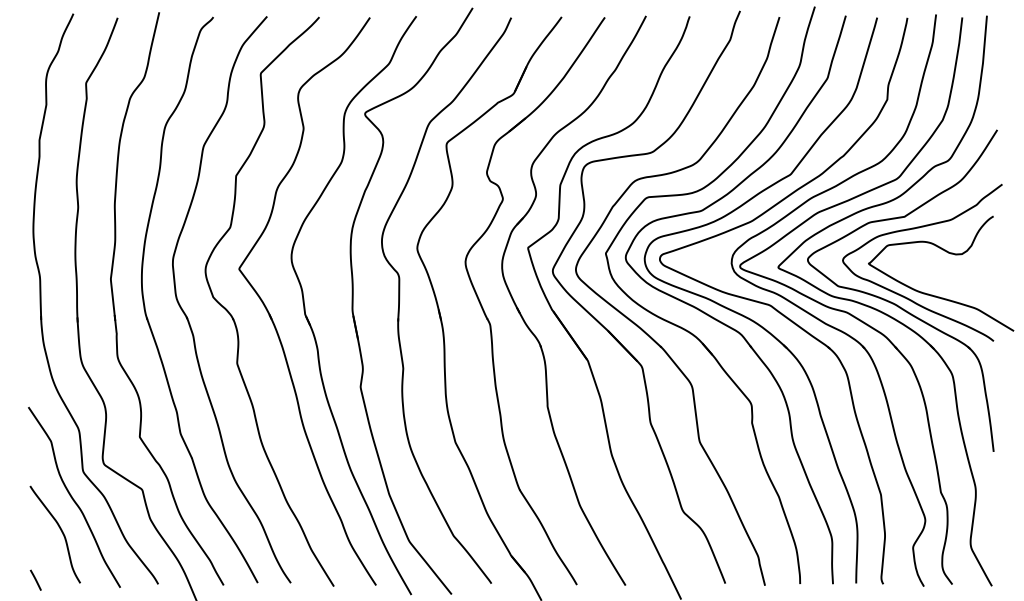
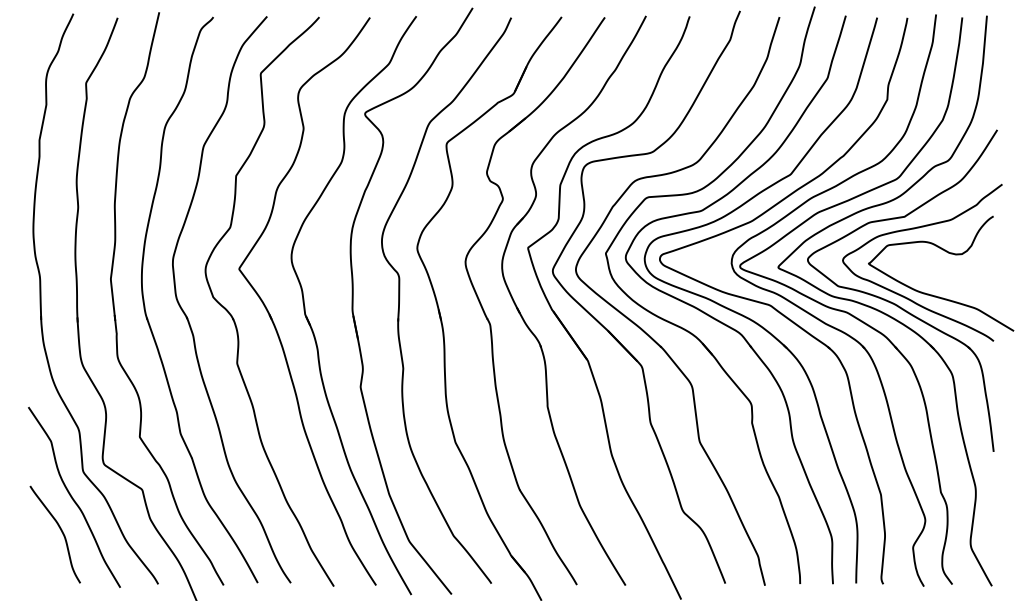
line at (35, 579): present -> none
